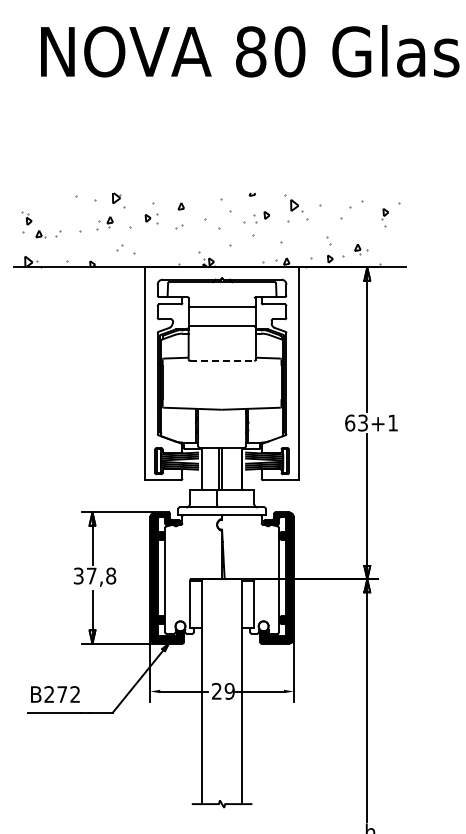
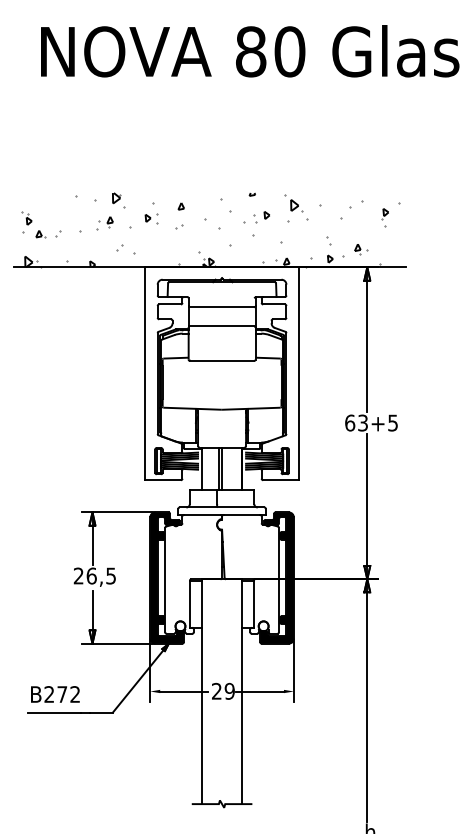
line at (222, 360): dashed -> solid
text at (392, 422): +1 -> +5
text at (95, 575): 37,8 -> 26,5
